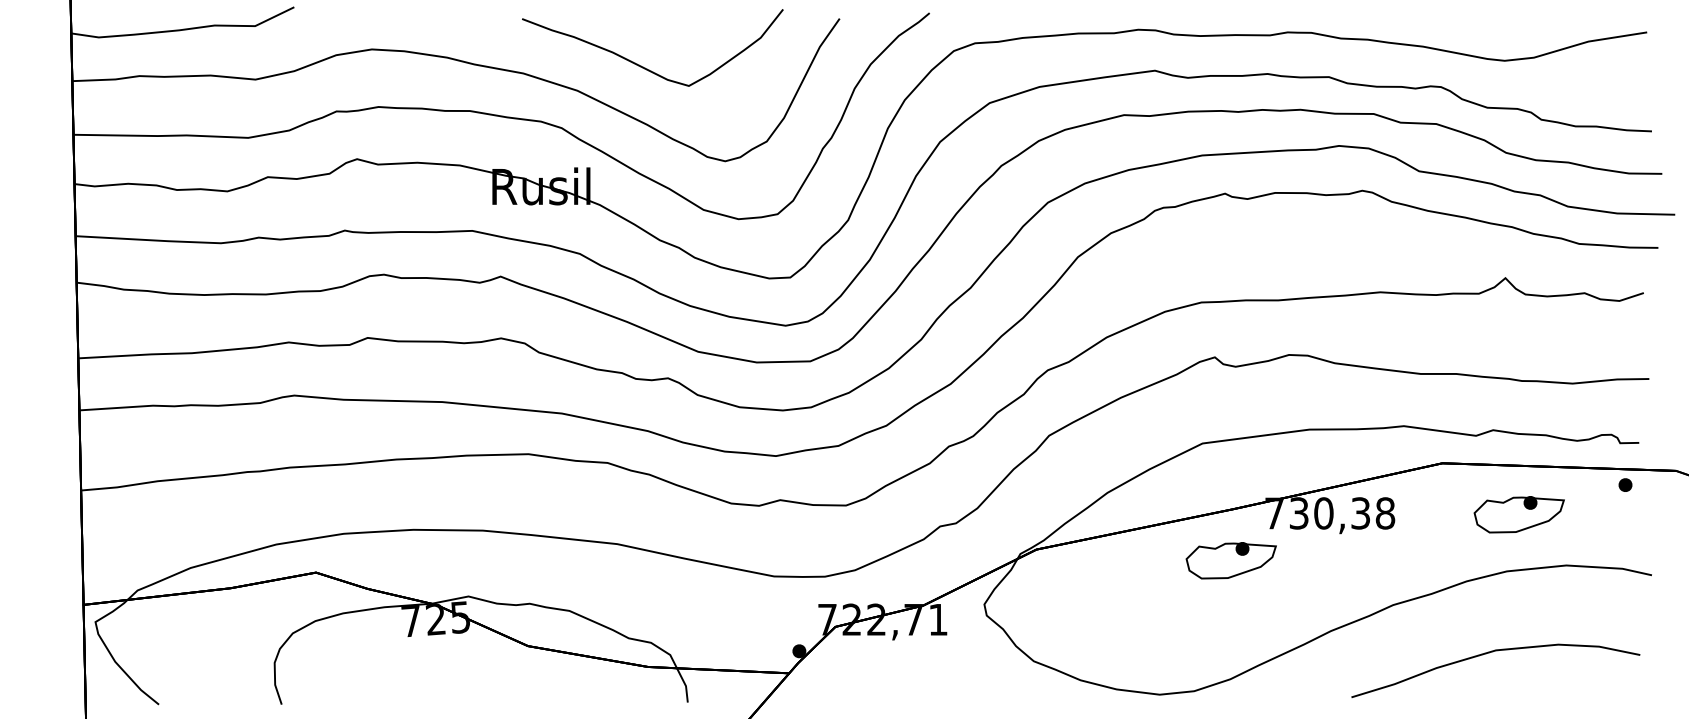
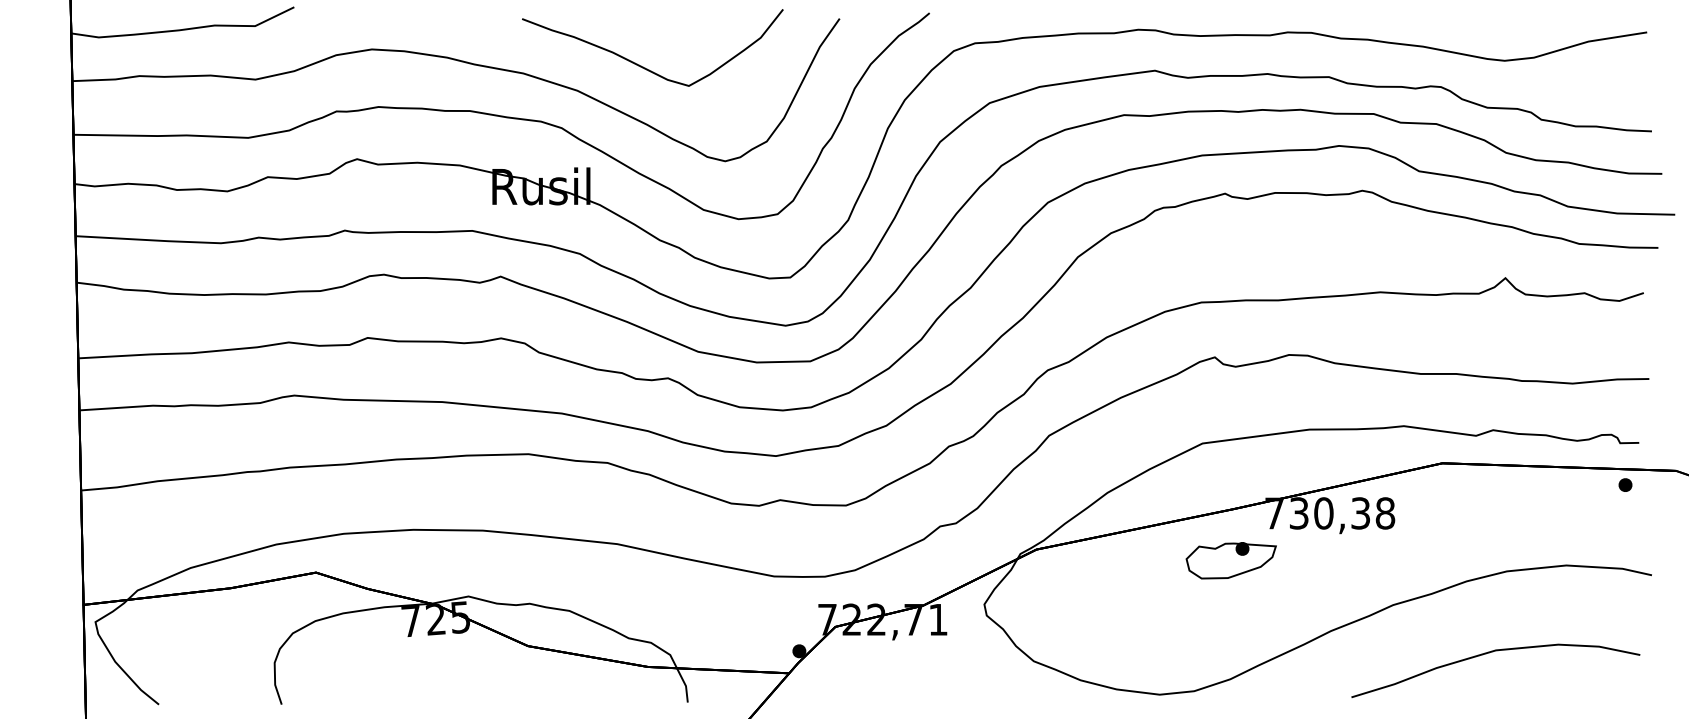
part at (1518, 514): present -> none
